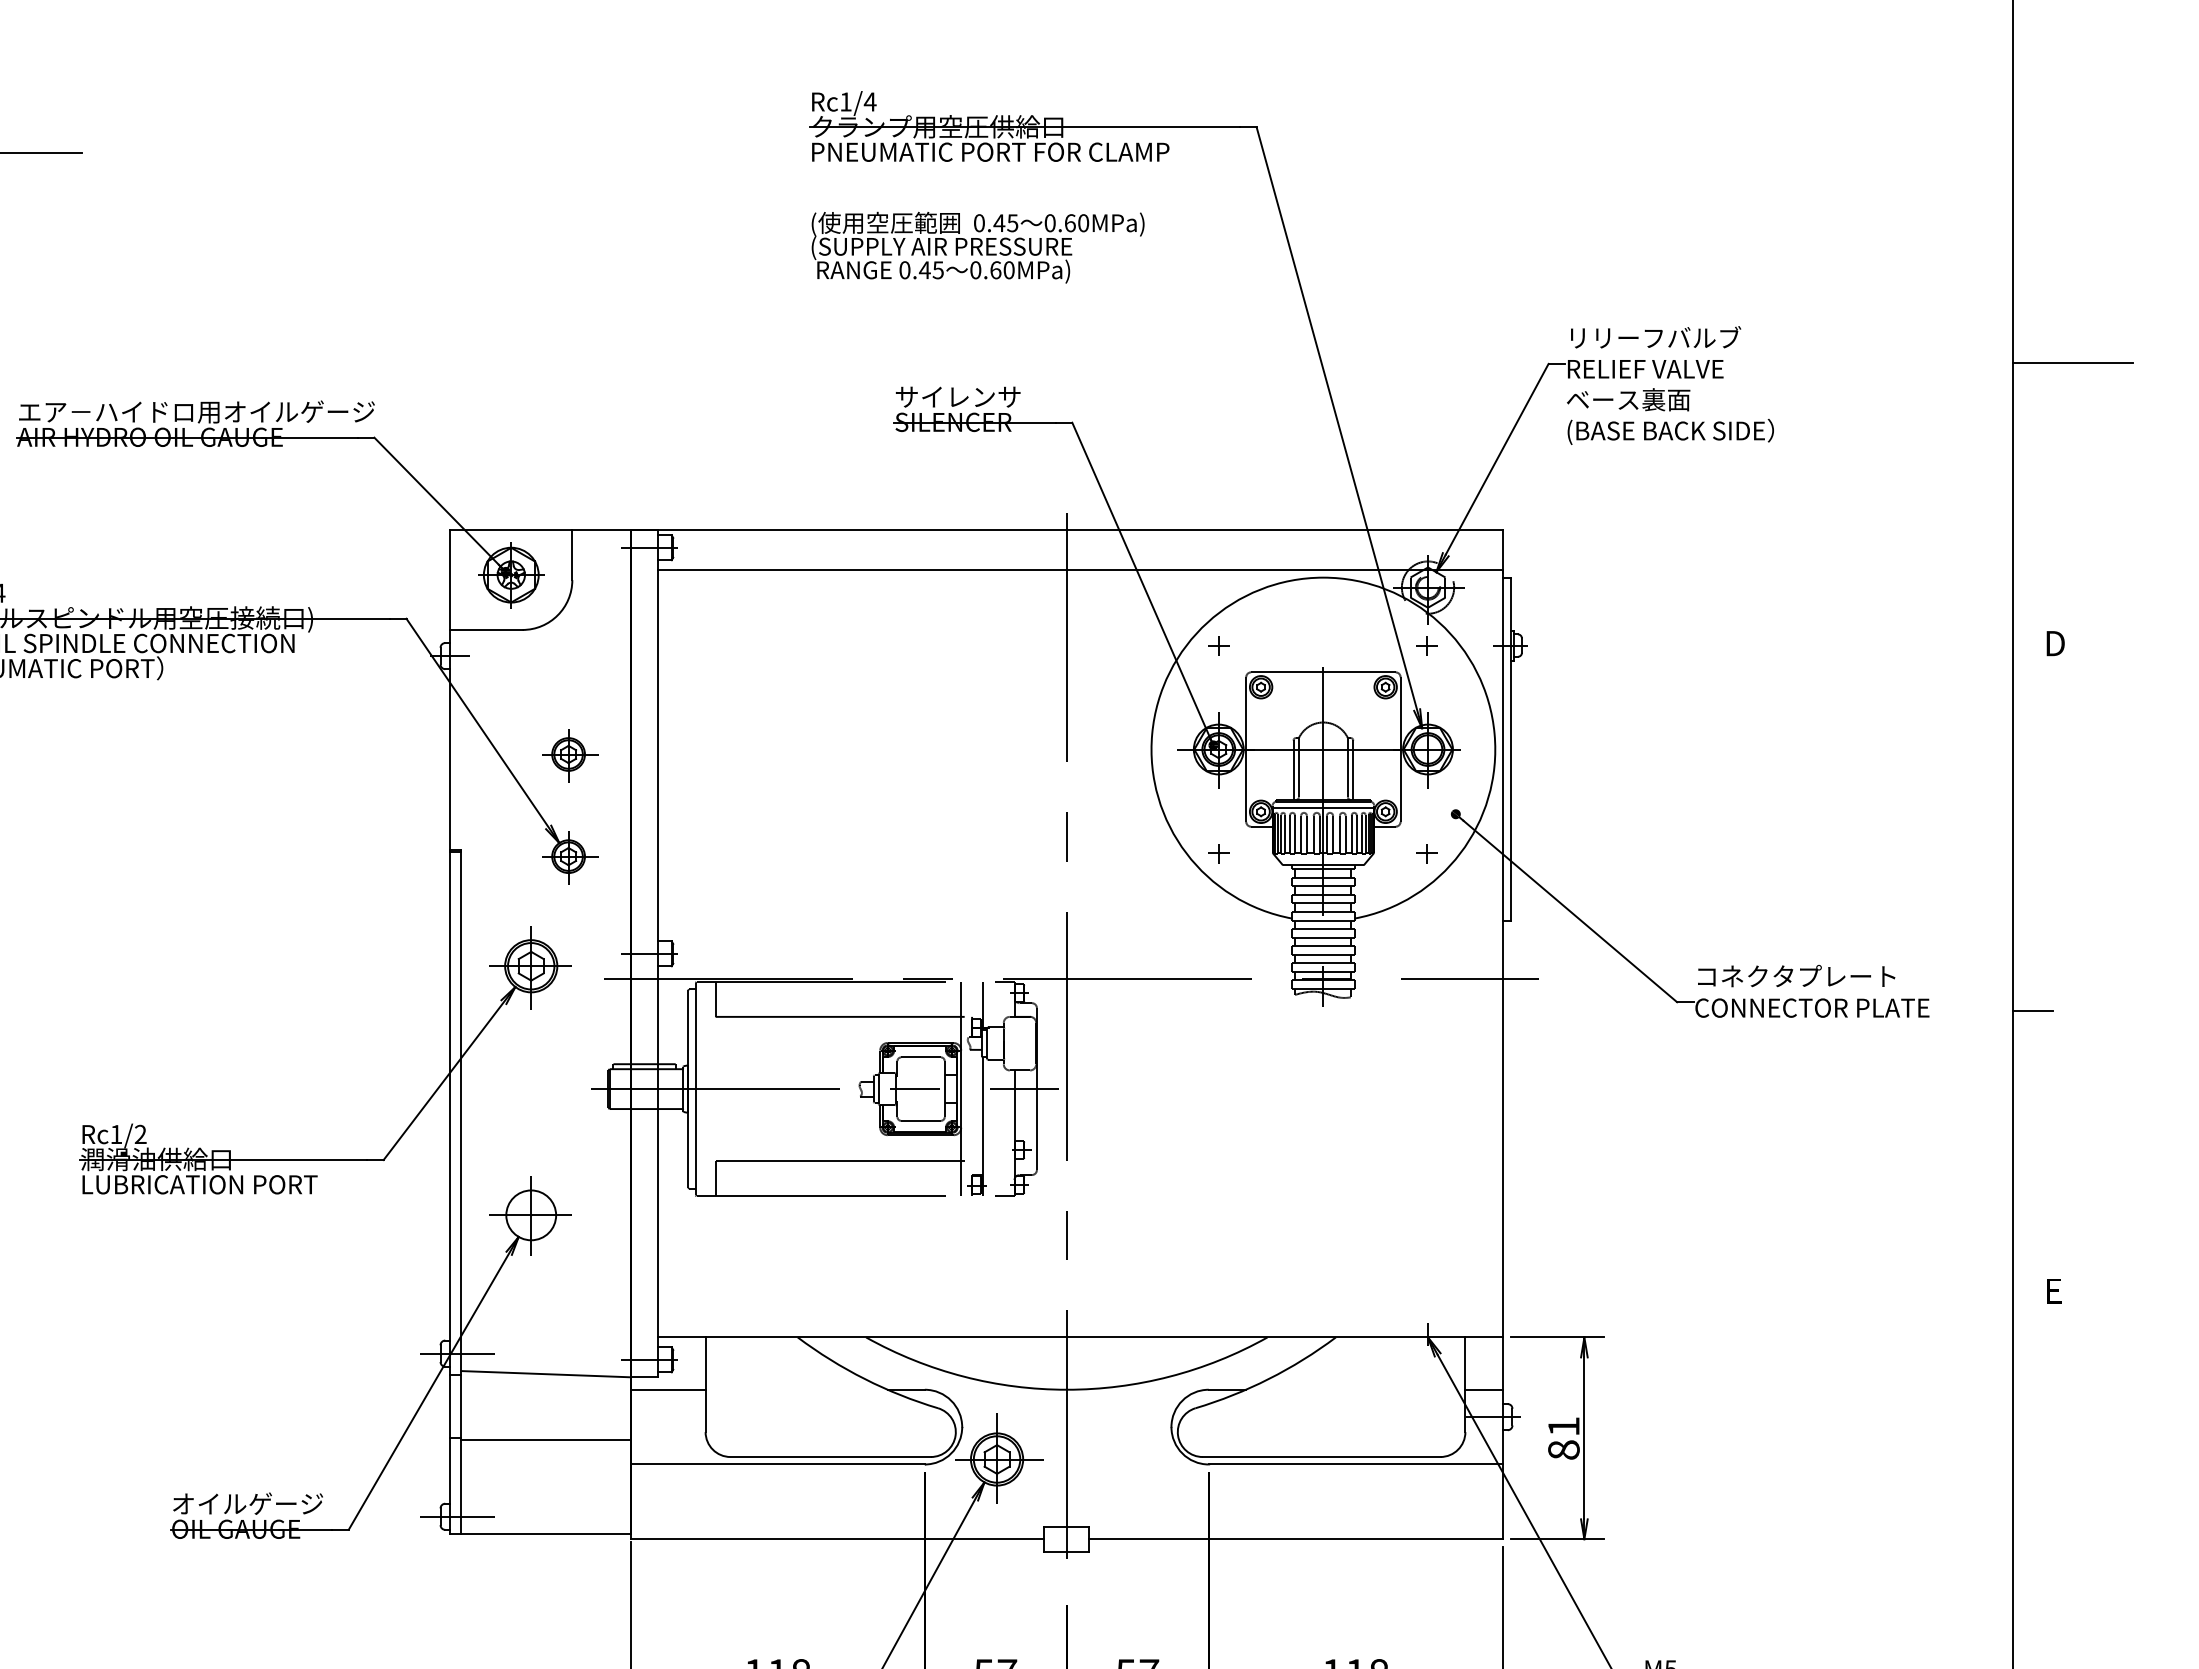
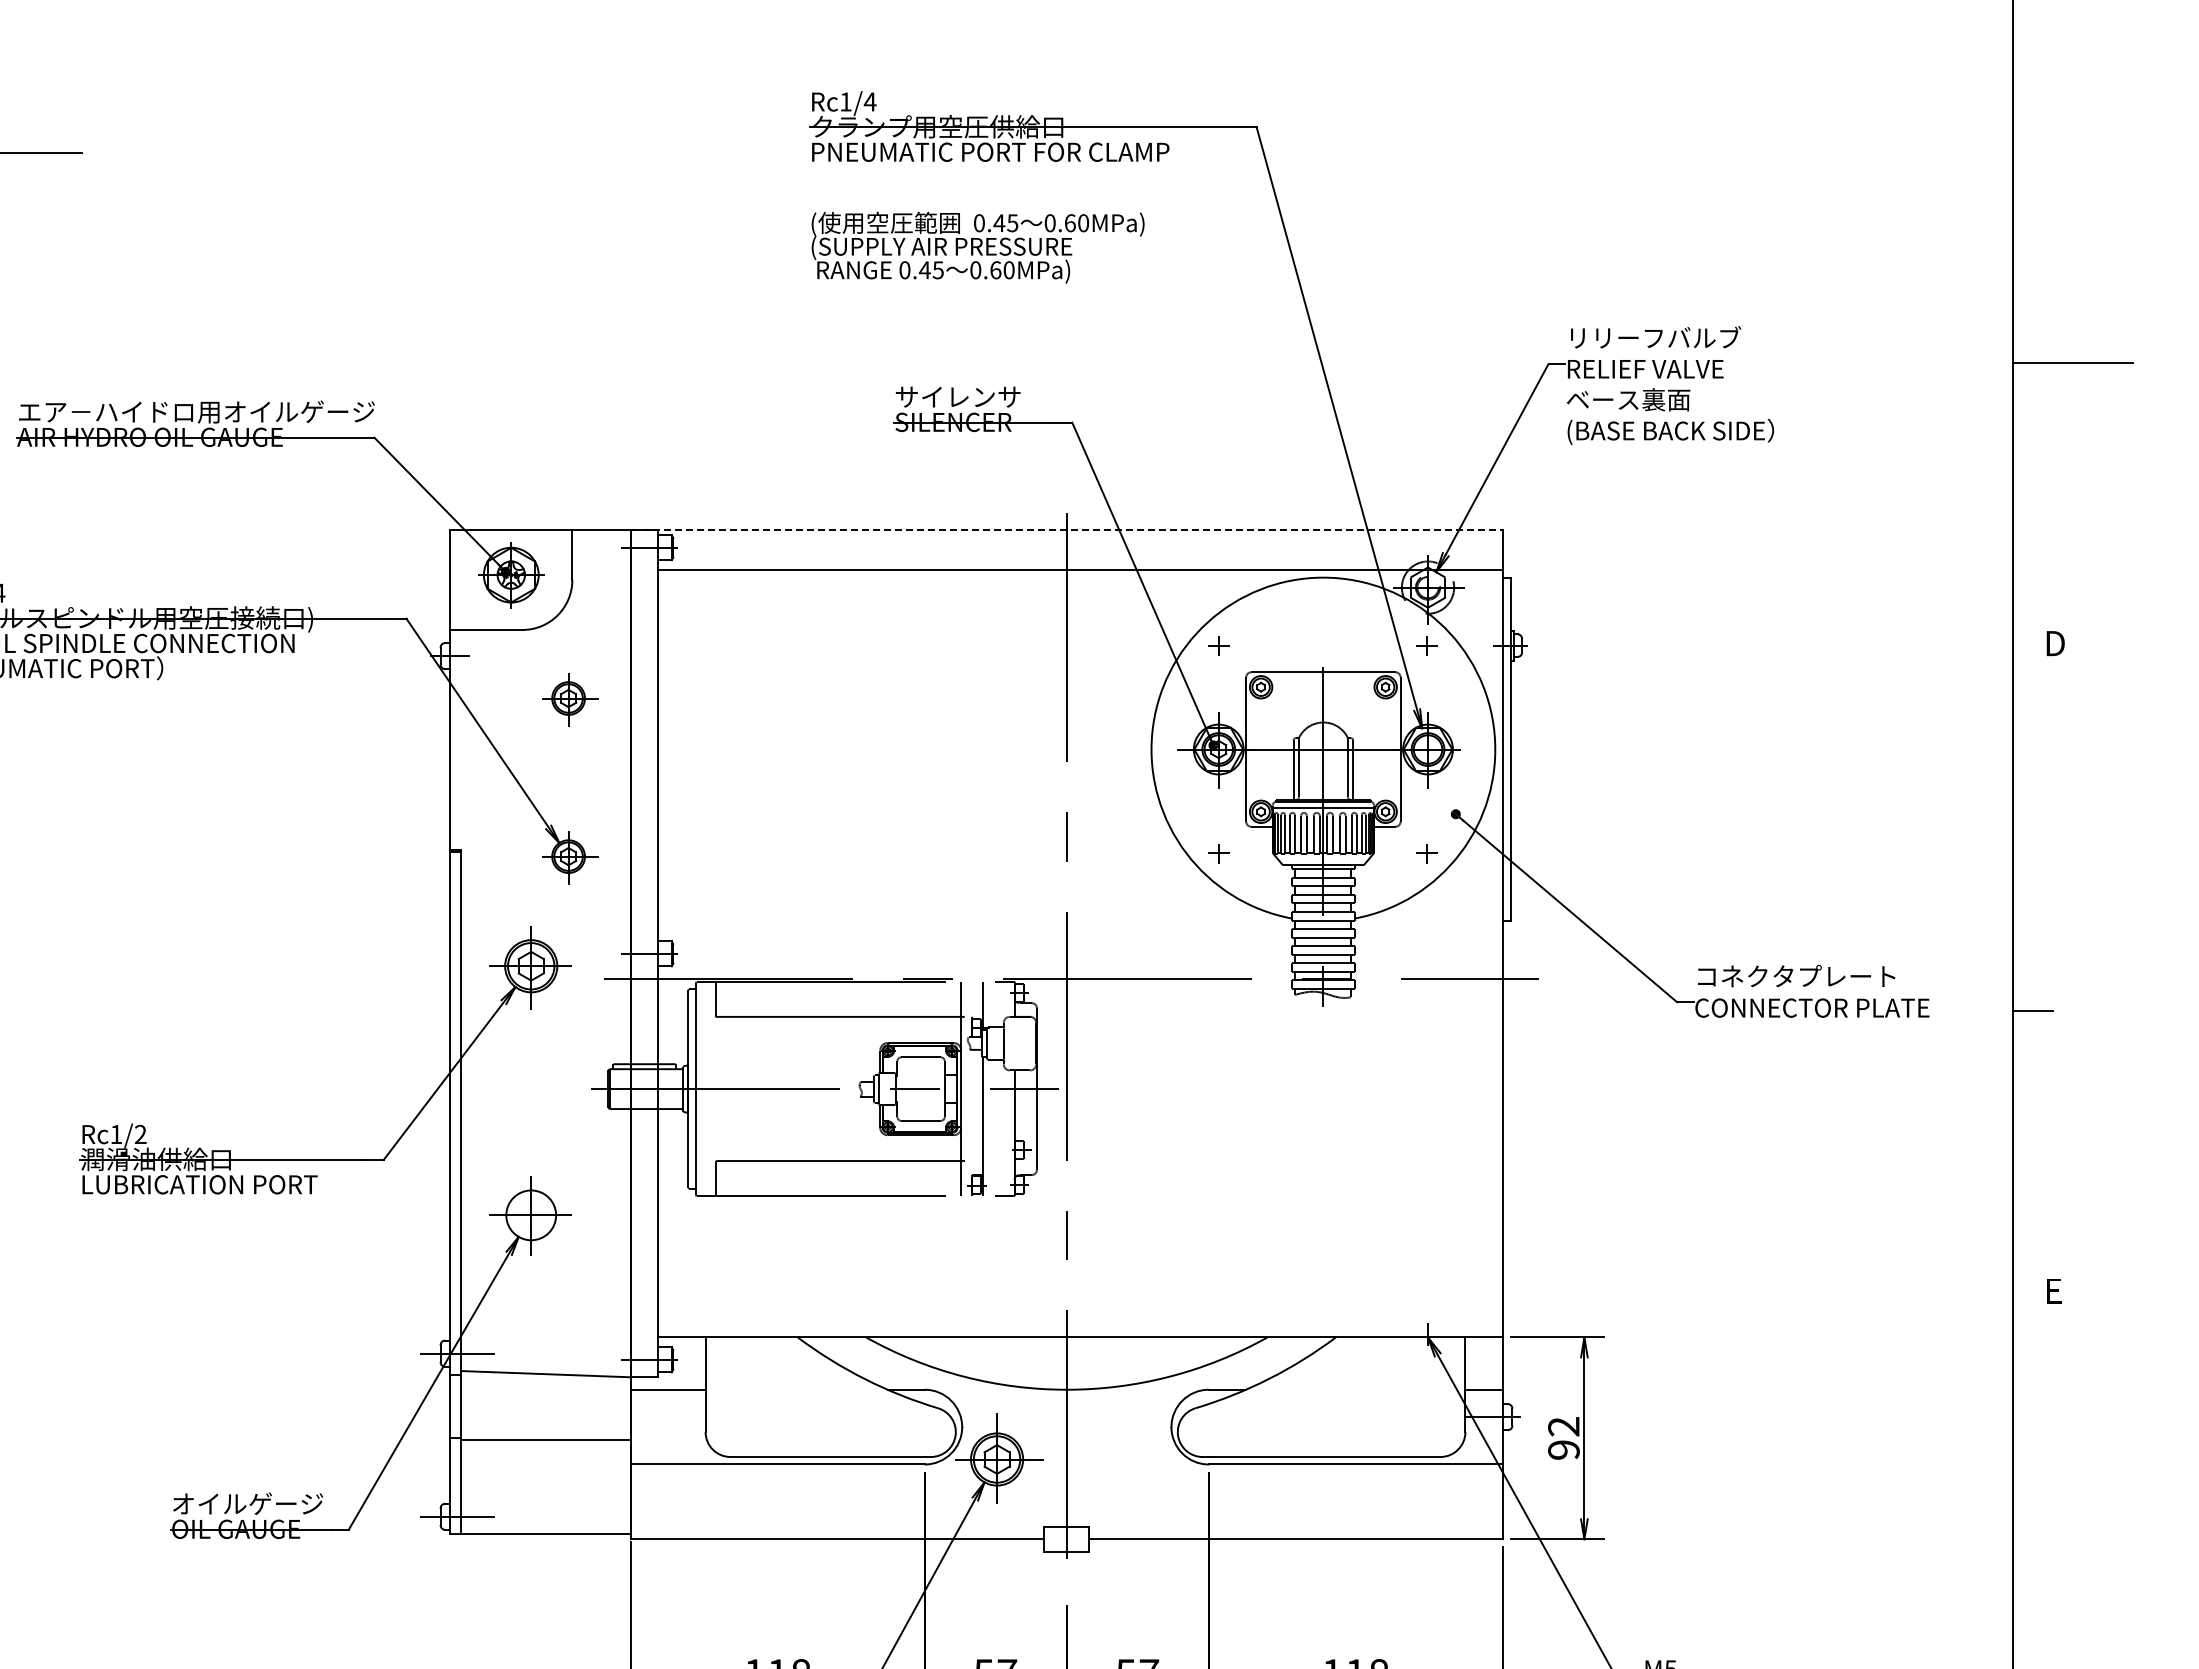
line at (1066, 530): solid -> dashed
part at (570, 755) position: (570, 755) -> (570, 699)
text at (1563, 1438): 81 -> 92
